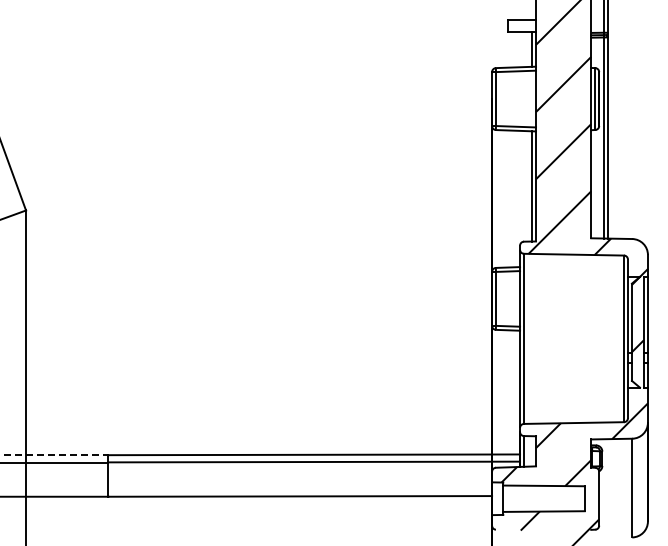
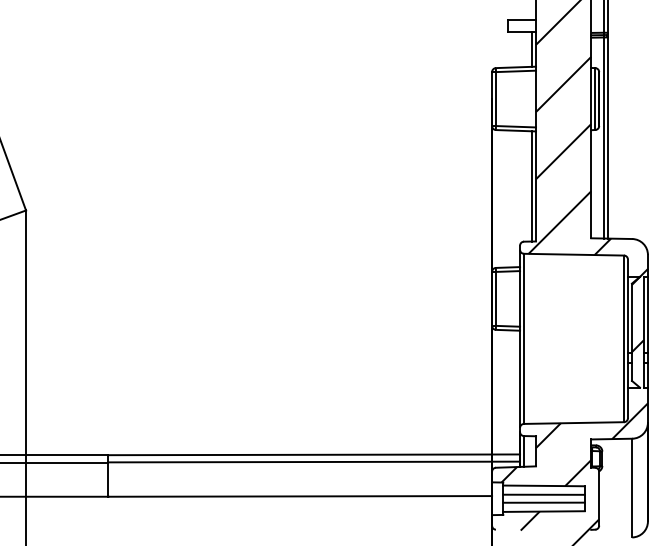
line at (54, 455): dashed -> solid
line at (543, 494): none -> present
line at (543, 502): none -> present
